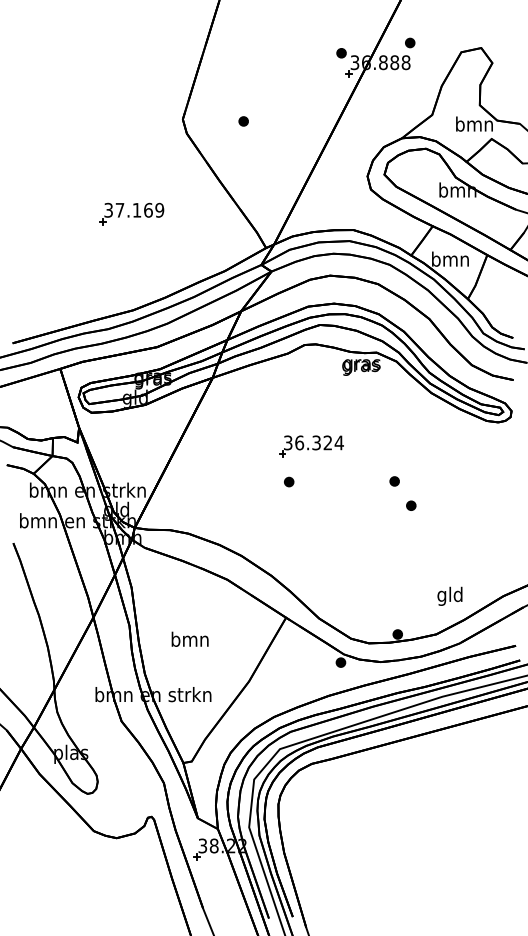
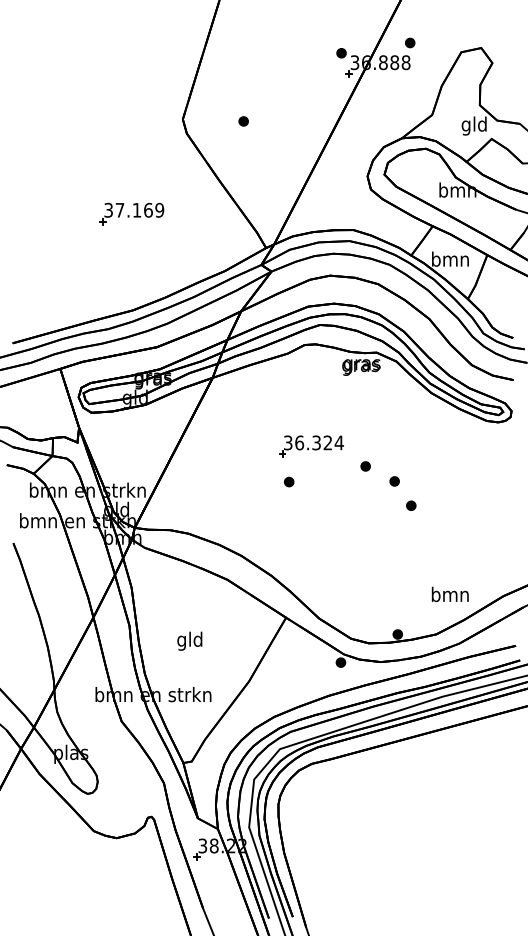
text at (474, 125): bmn -> gld
part at (365, 466): none -> present
text at (449, 595): gld -> bmn
text at (189, 640): bmn -> gld
